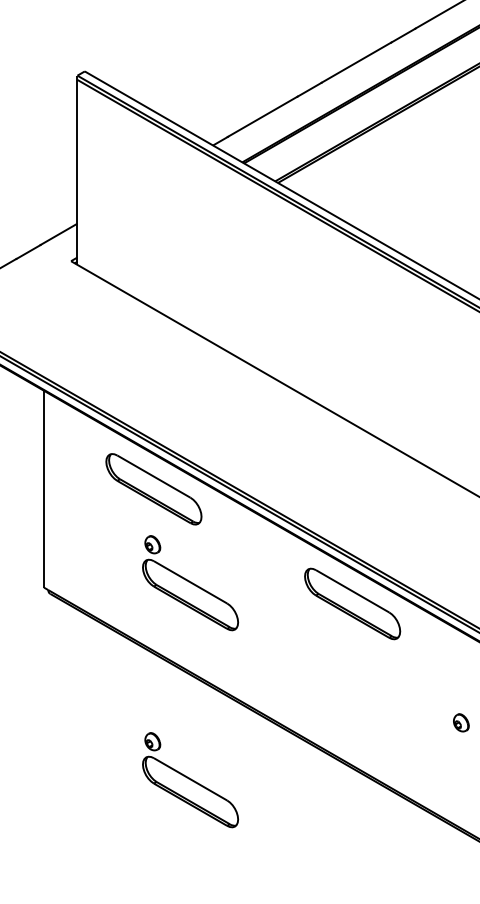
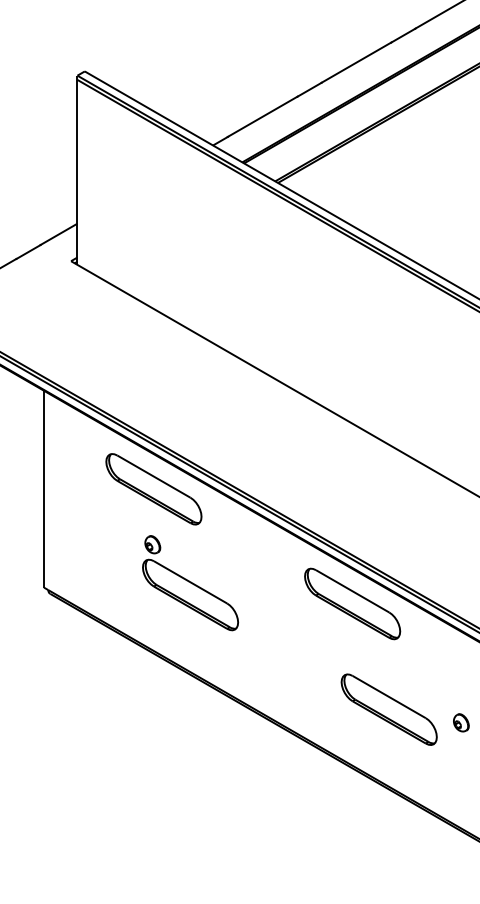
part at (388, 709): none -> present
part at (190, 780): present -> none
